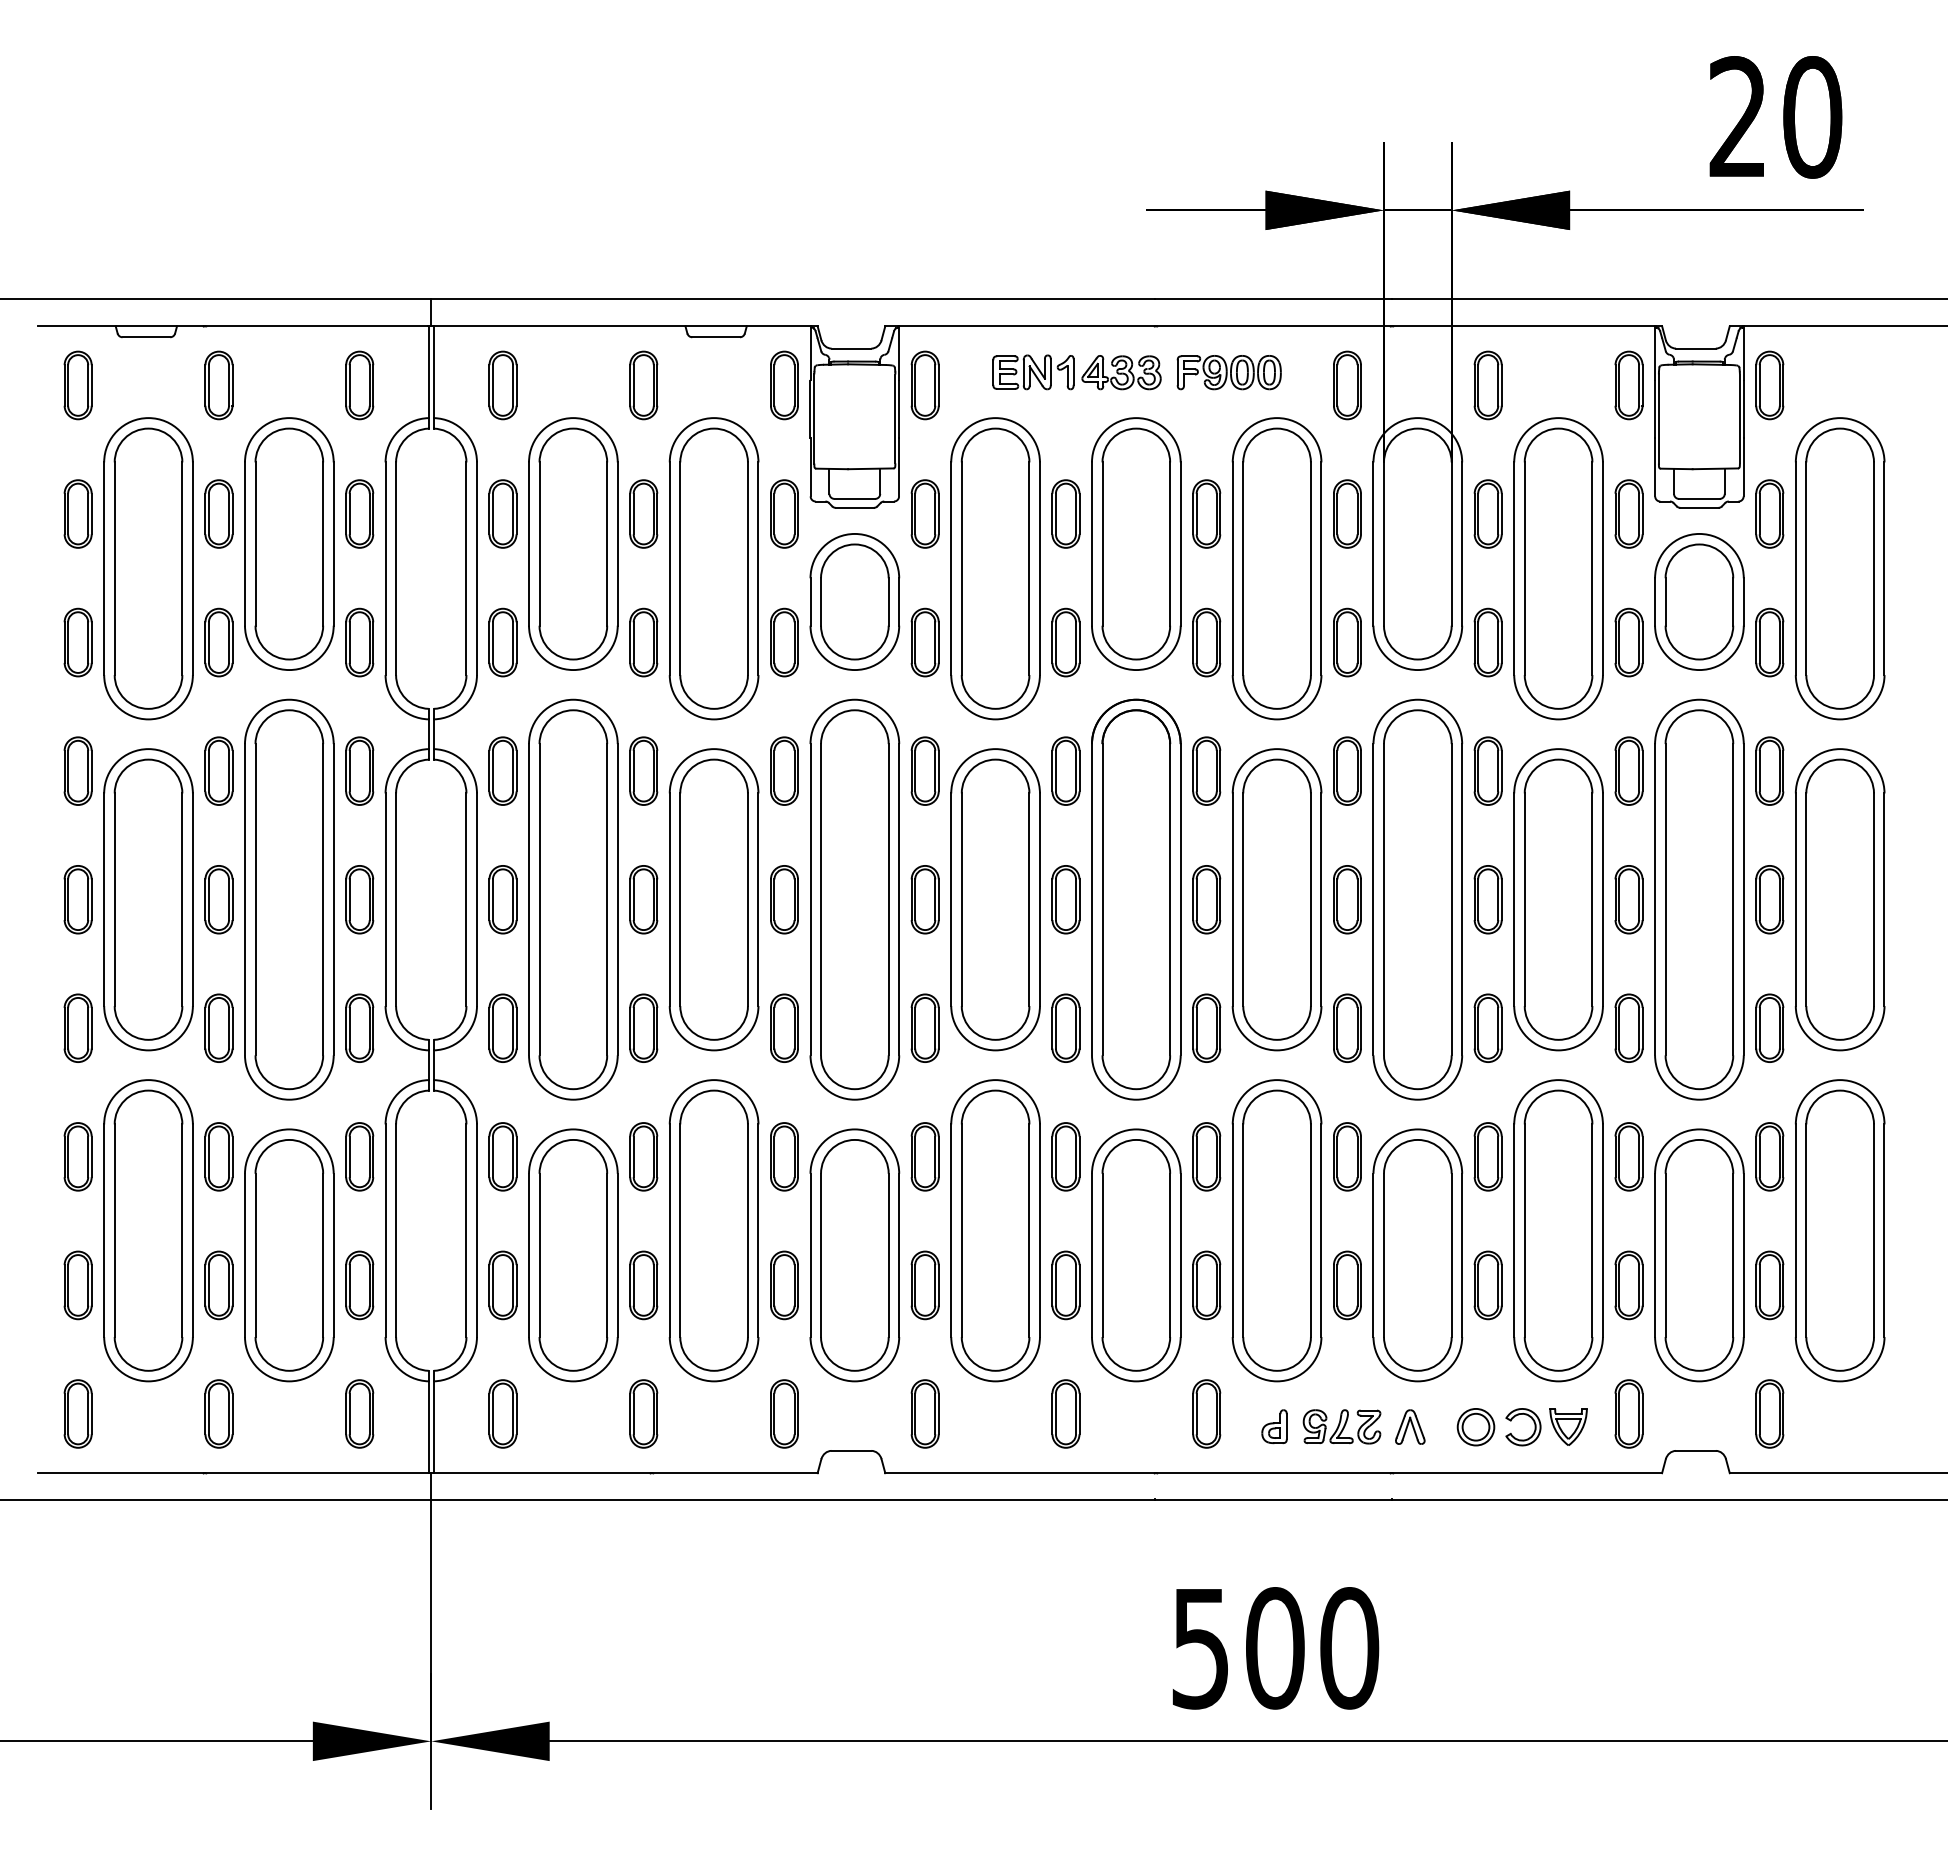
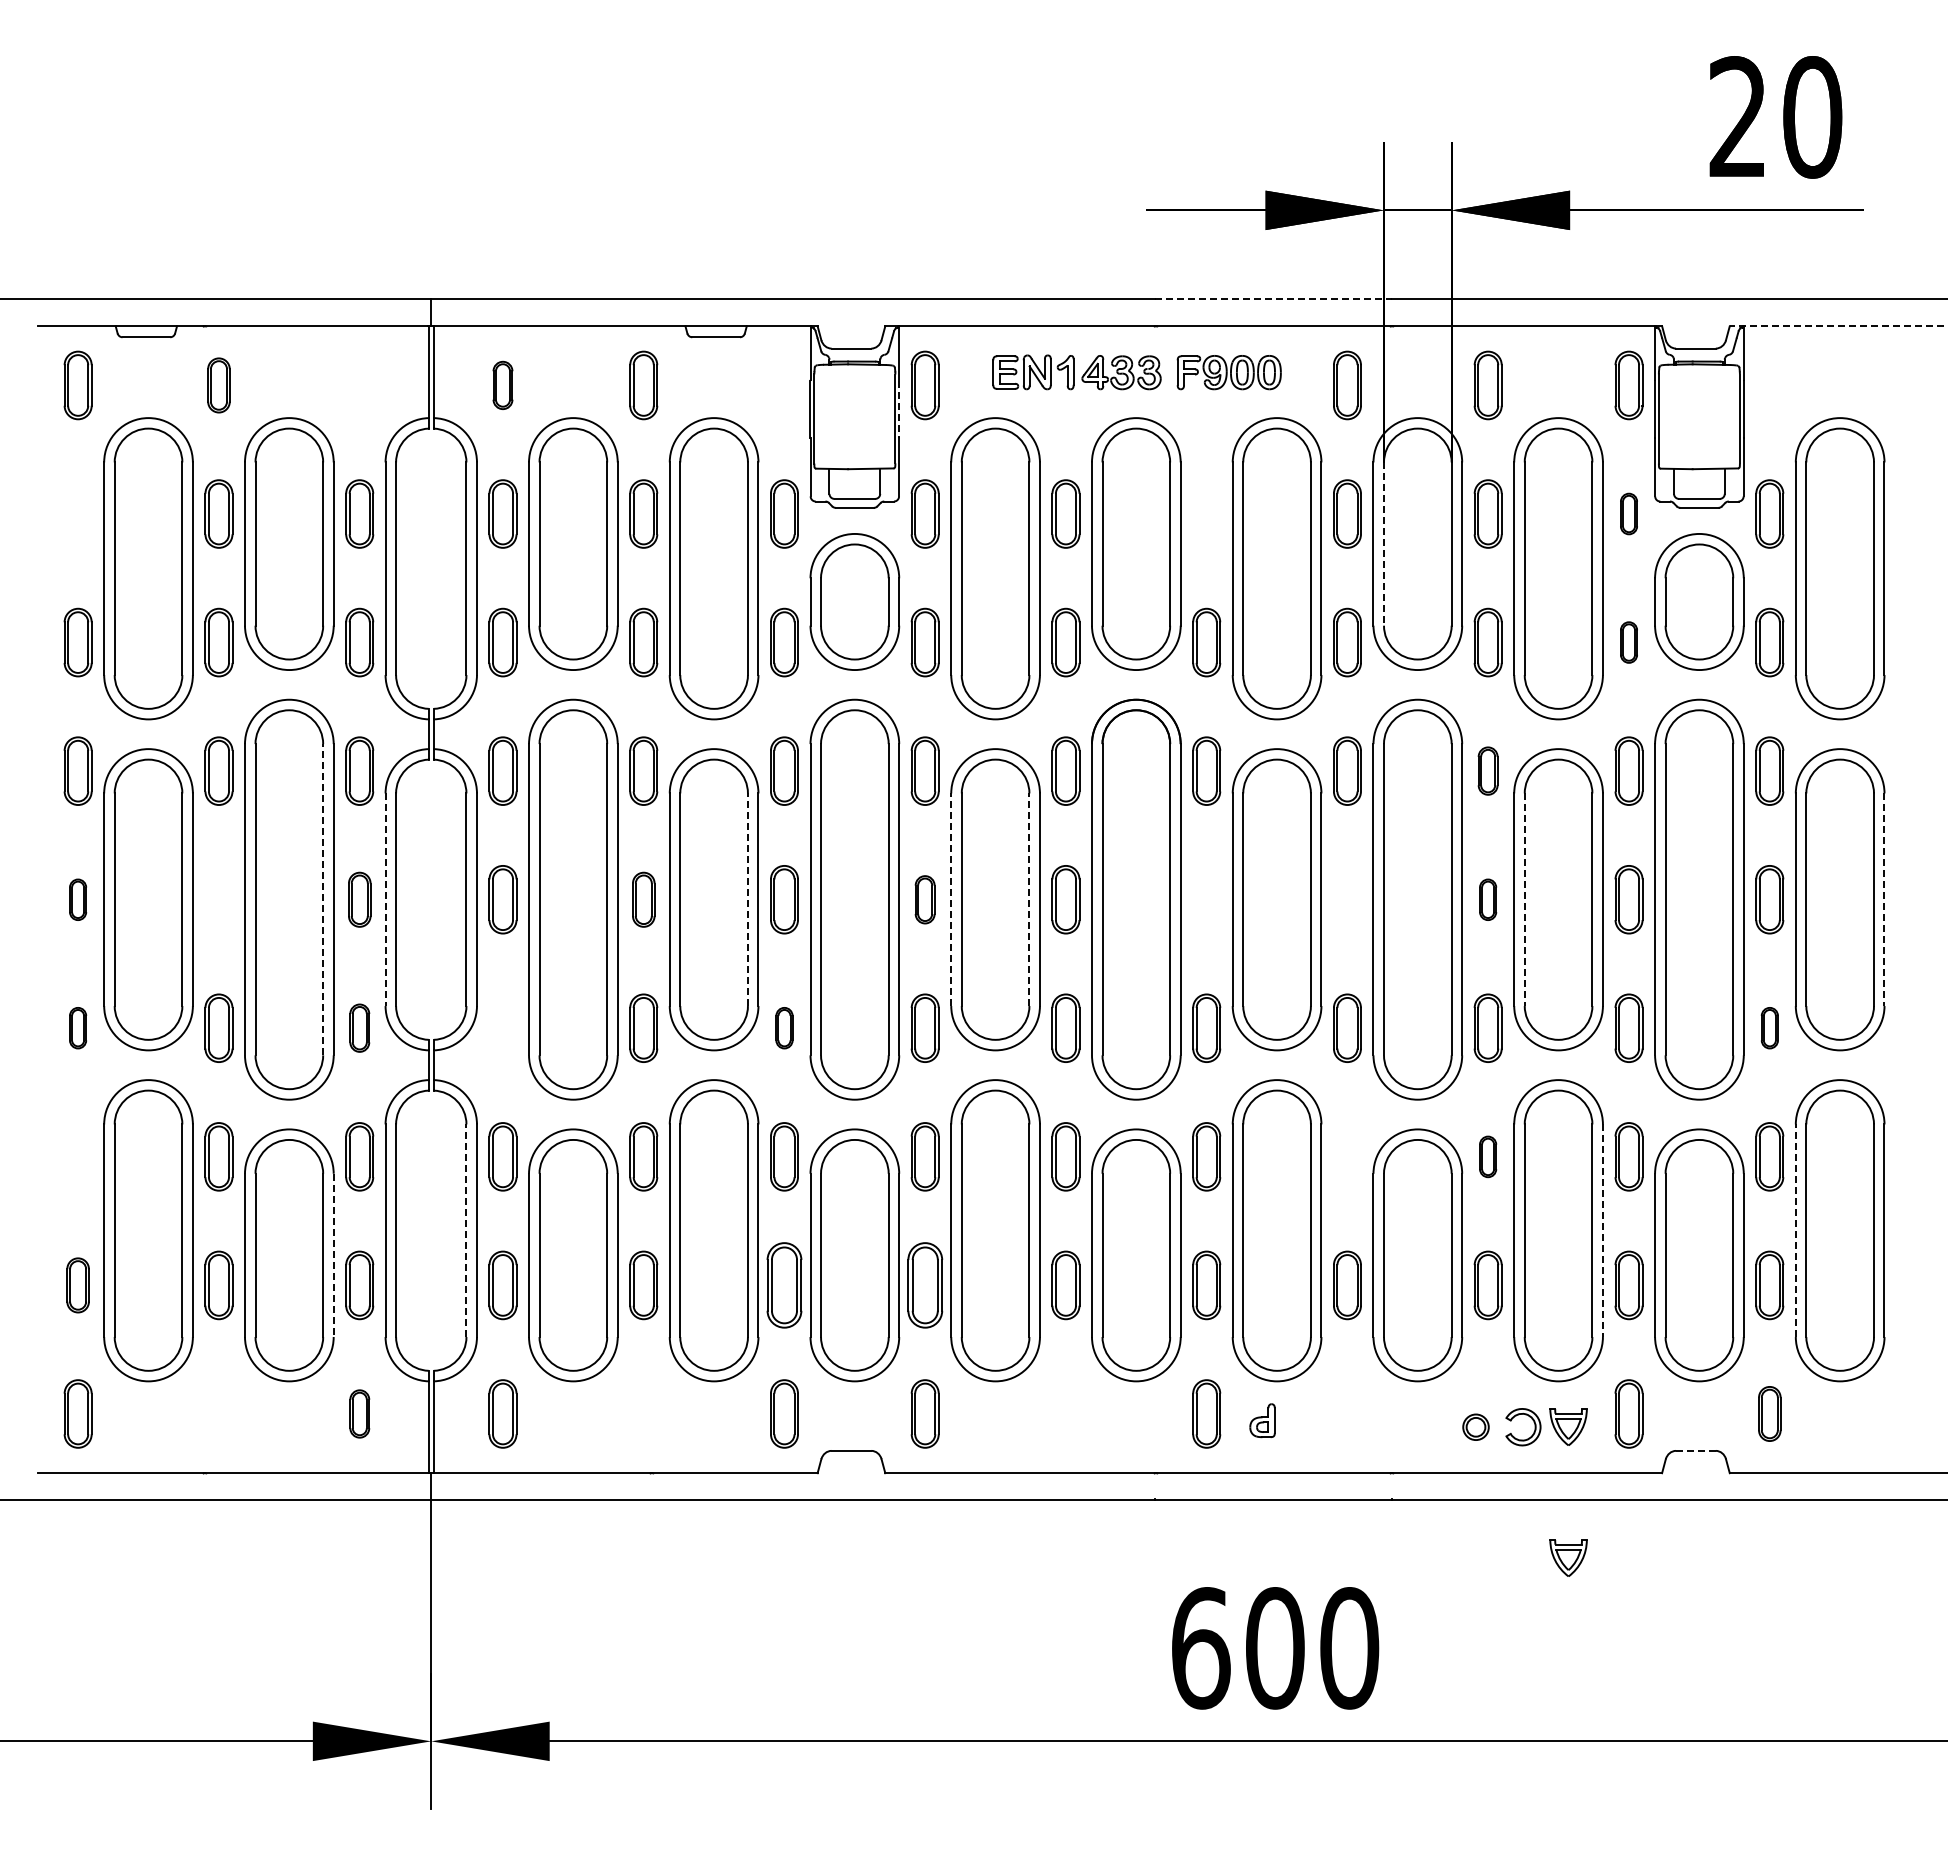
line at (1274, 299): solid -> dashed
line at (1838, 326): solid -> dashed
part at (218, 385) size: 30x71 px -> 24x57 px
part at (359, 385): present -> none
part at (502, 385) size: 30x71 px -> 22x50 px
part at (784, 385): present -> none
part at (1769, 385): present -> none
line at (899, 409): solid -> dashed
part at (77, 513): present -> none
part at (1206, 513): present -> none
part at (1628, 513) size: 30x70 px -> 18x44 px
line at (1384, 544): solid -> dashed
part at (1628, 642) size: 30x71 px -> 18x43 px
part at (1487, 770) size: 30x70 px -> 22x50 px
part at (77, 899) size: 30x70 px -> 19x43 px
part at (218, 899): present -> none
line at (323, 899): solid -> dashed
part at (359, 899) size: 30x70 px -> 24x57 px
part at (643, 899) size: 30x70 px -> 24x57 px
line at (747, 899): solid -> dashed
part at (924, 899) size: 30x70 px -> 22x50 px
line at (951, 899): solid -> dashed
line at (1029, 899): solid -> dashed
part at (1206, 899): present -> none
part at (1347, 899): present -> none
part at (1487, 899) size: 30x70 px -> 19x43 px
line at (385, 900): solid -> dashed
line at (1524, 900): solid -> dashed
line at (1884, 900): solid -> dashed
part at (77, 1027) size: 30x70 px -> 19x43 px
part at (359, 1027) size: 30x70 px -> 22x50 px
part at (502, 1027): present -> none
part at (784, 1027) size: 29x70 px -> 19x43 px
part at (1769, 1027) size: 30x70 px -> 19x43 px
part at (77, 1156): present -> none
part at (1347, 1156): present -> none
part at (1487, 1156) size: 30x70 px -> 19x44 px
line at (466, 1230): solid -> dashed
line at (1795, 1230): solid -> dashed
line at (1602, 1231): solid -> dashed
line at (333, 1255): solid -> dashed
part at (77, 1285) size: 30x71 px -> 24x57 px
part at (784, 1285) size: 29x71 px -> 37x87 px
part at (924, 1285) size: 30x71 px -> 37x87 px
part at (218, 1413): present -> none
part at (359, 1413) size: 30x70 px -> 22x50 px
part at (643, 1413): present -> none
part at (1065, 1413): present -> none
part at (1769, 1413) size: 30x70 px -> 24x56 px
part at (1274, 1426) position: (1274, 1426) -> (1262, 1420)
part at (1341, 1426): present -> none
part at (1410, 1426): present -> none
part at (1475, 1427) size: 40x39 px -> 28x28 px
line at (1695, 1450): solid -> dashed
part at (1568, 1557): none -> present
text at (1201, 1648): 500 -> 600
